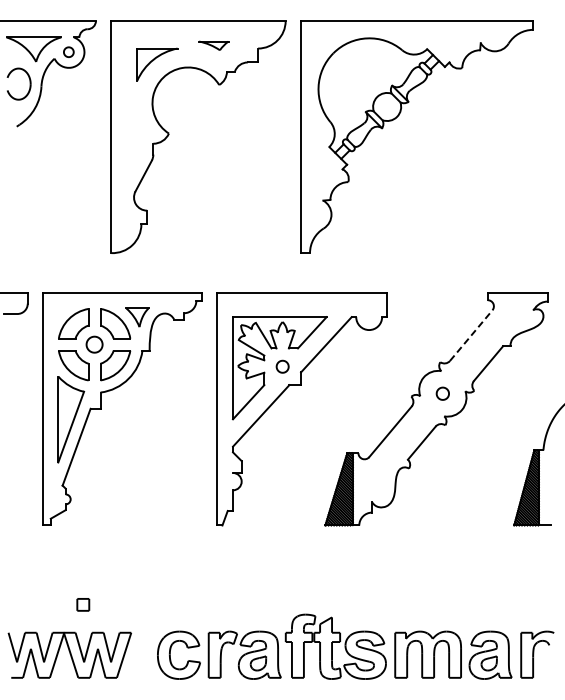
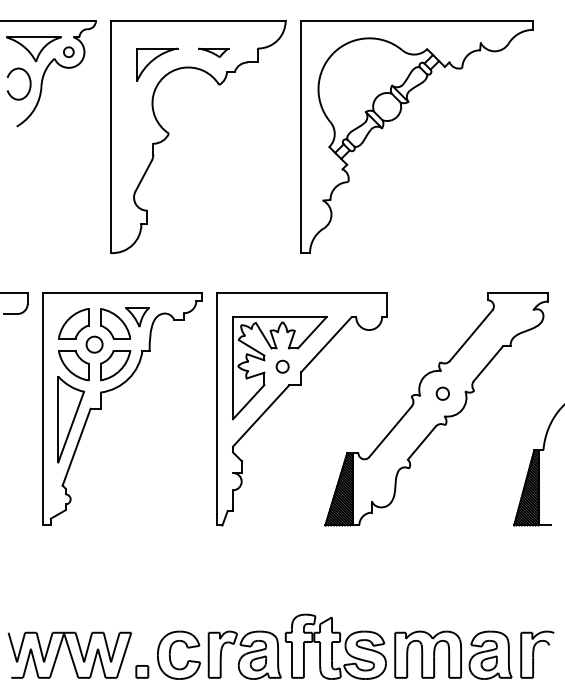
part at (213, 45) position: (213, 45) -> (213, 52)
line at (471, 335): dashed -> solid
part at (83, 604) position: (83, 604) -> (142, 671)
